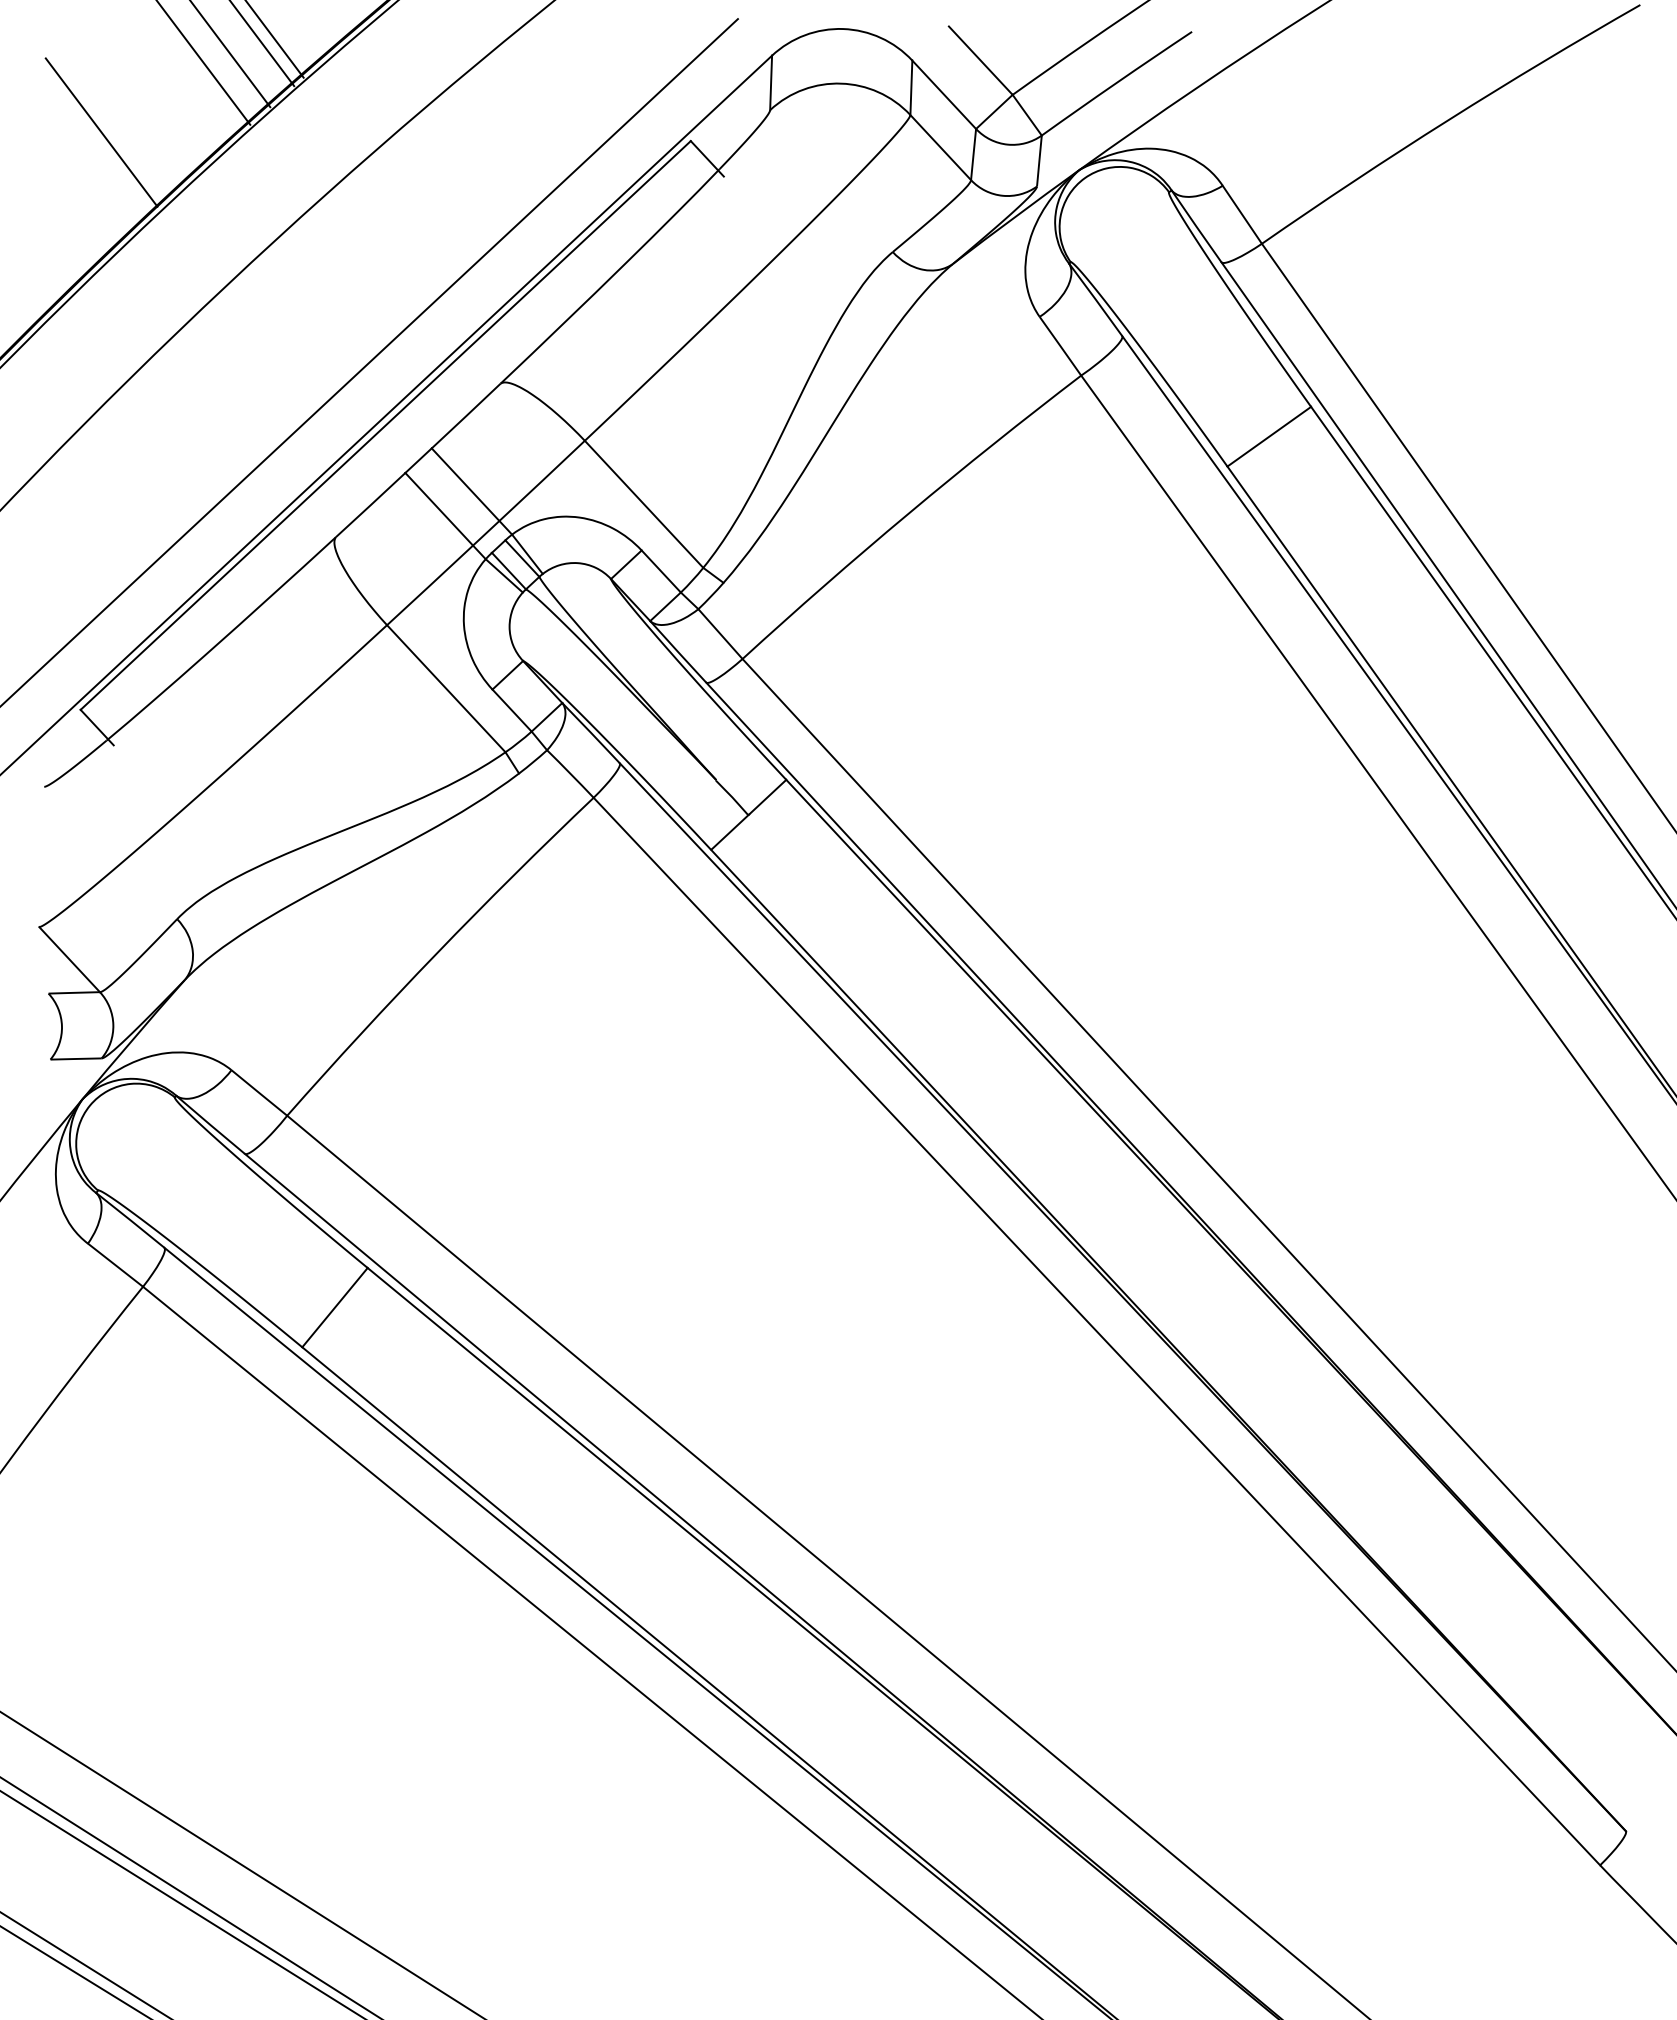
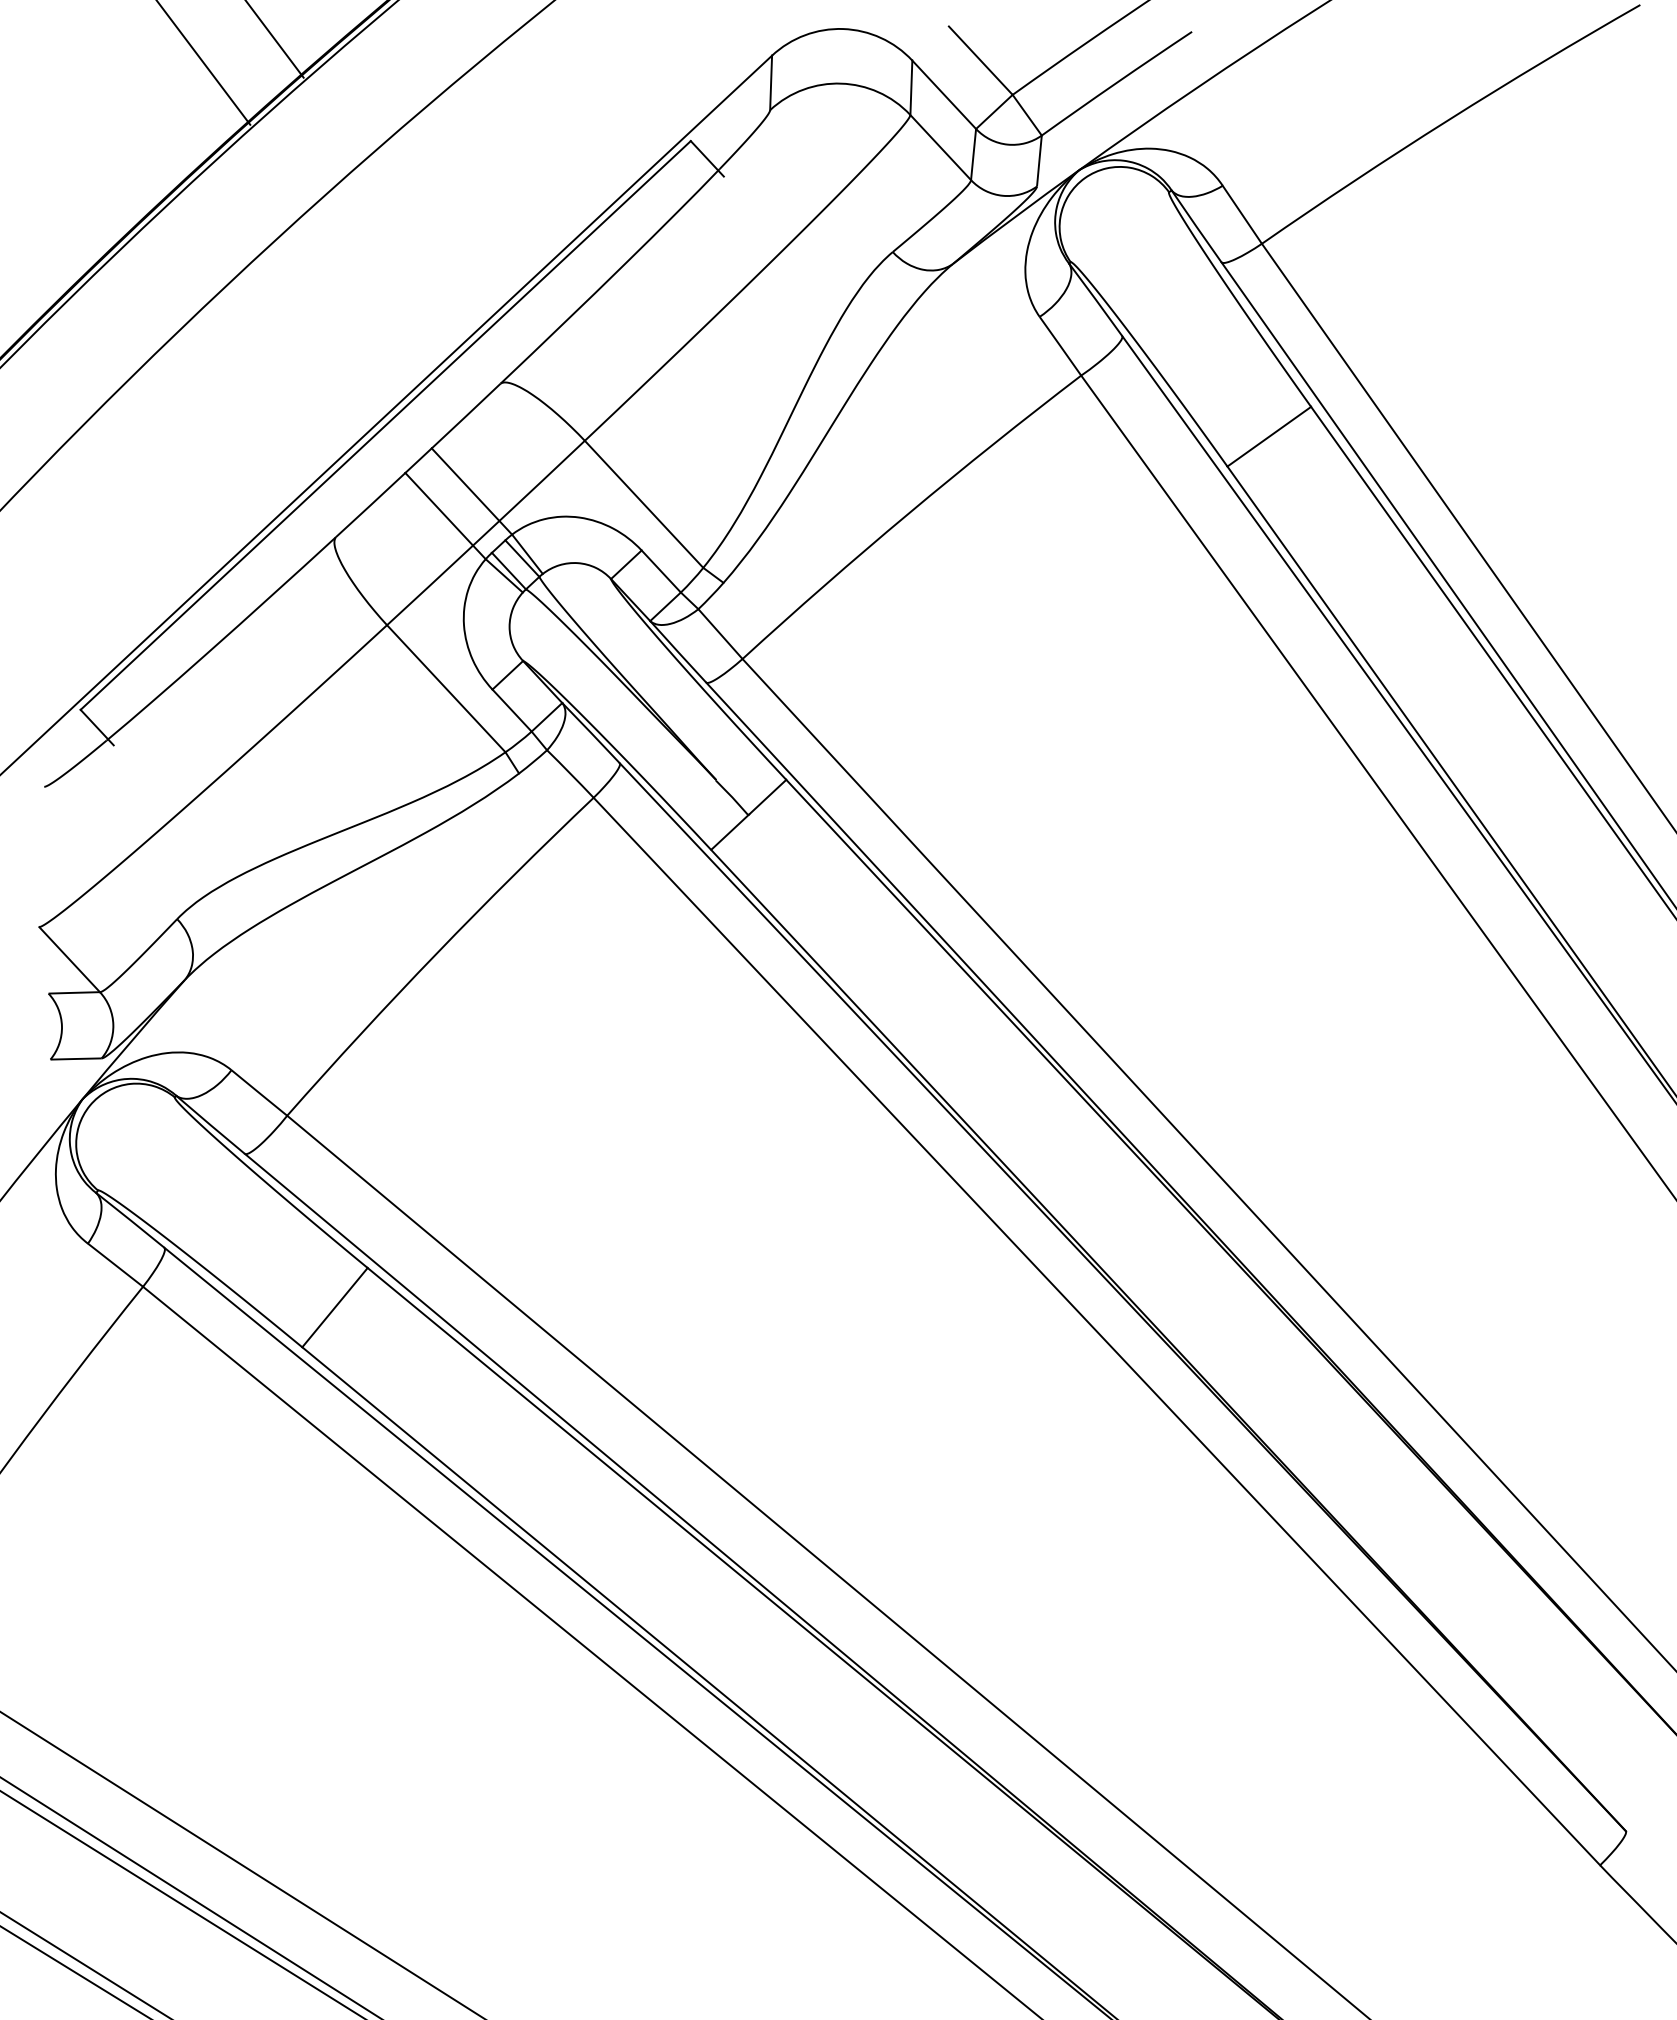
line at (262, 44): present -> none
line at (230, 54): present -> none
line at (101, 132): present -> none
line at (369, 361): present -> none
